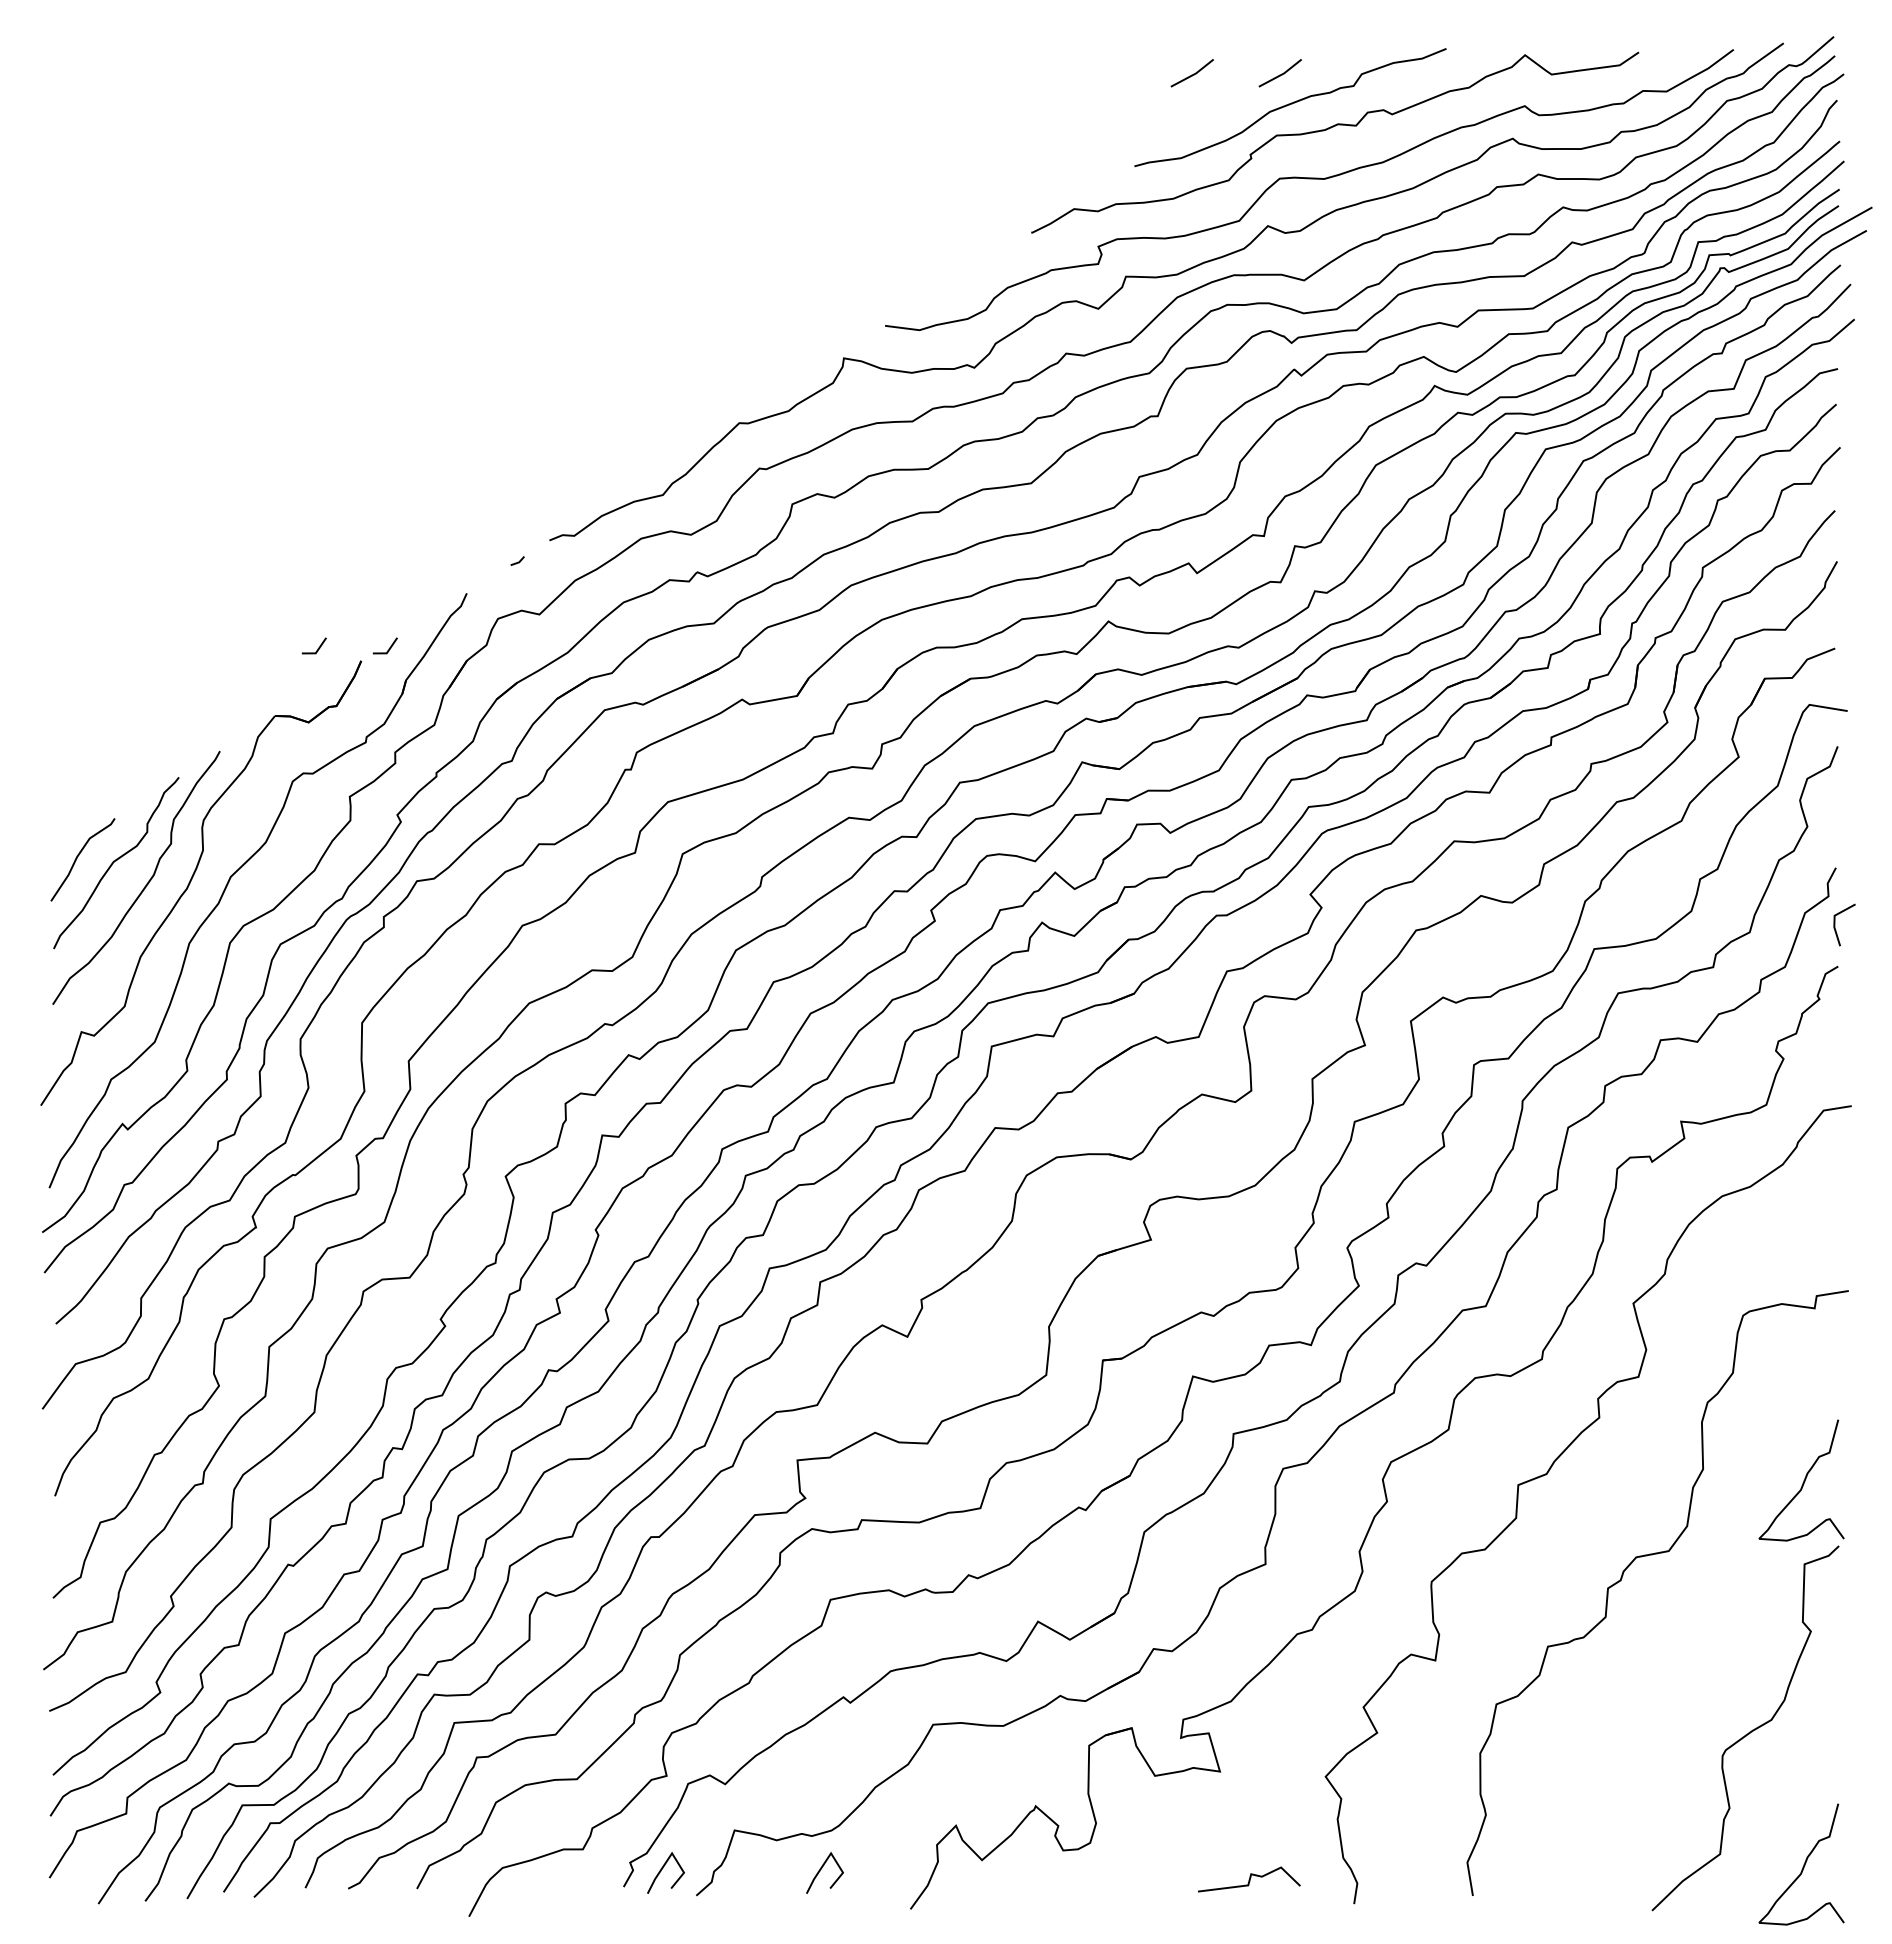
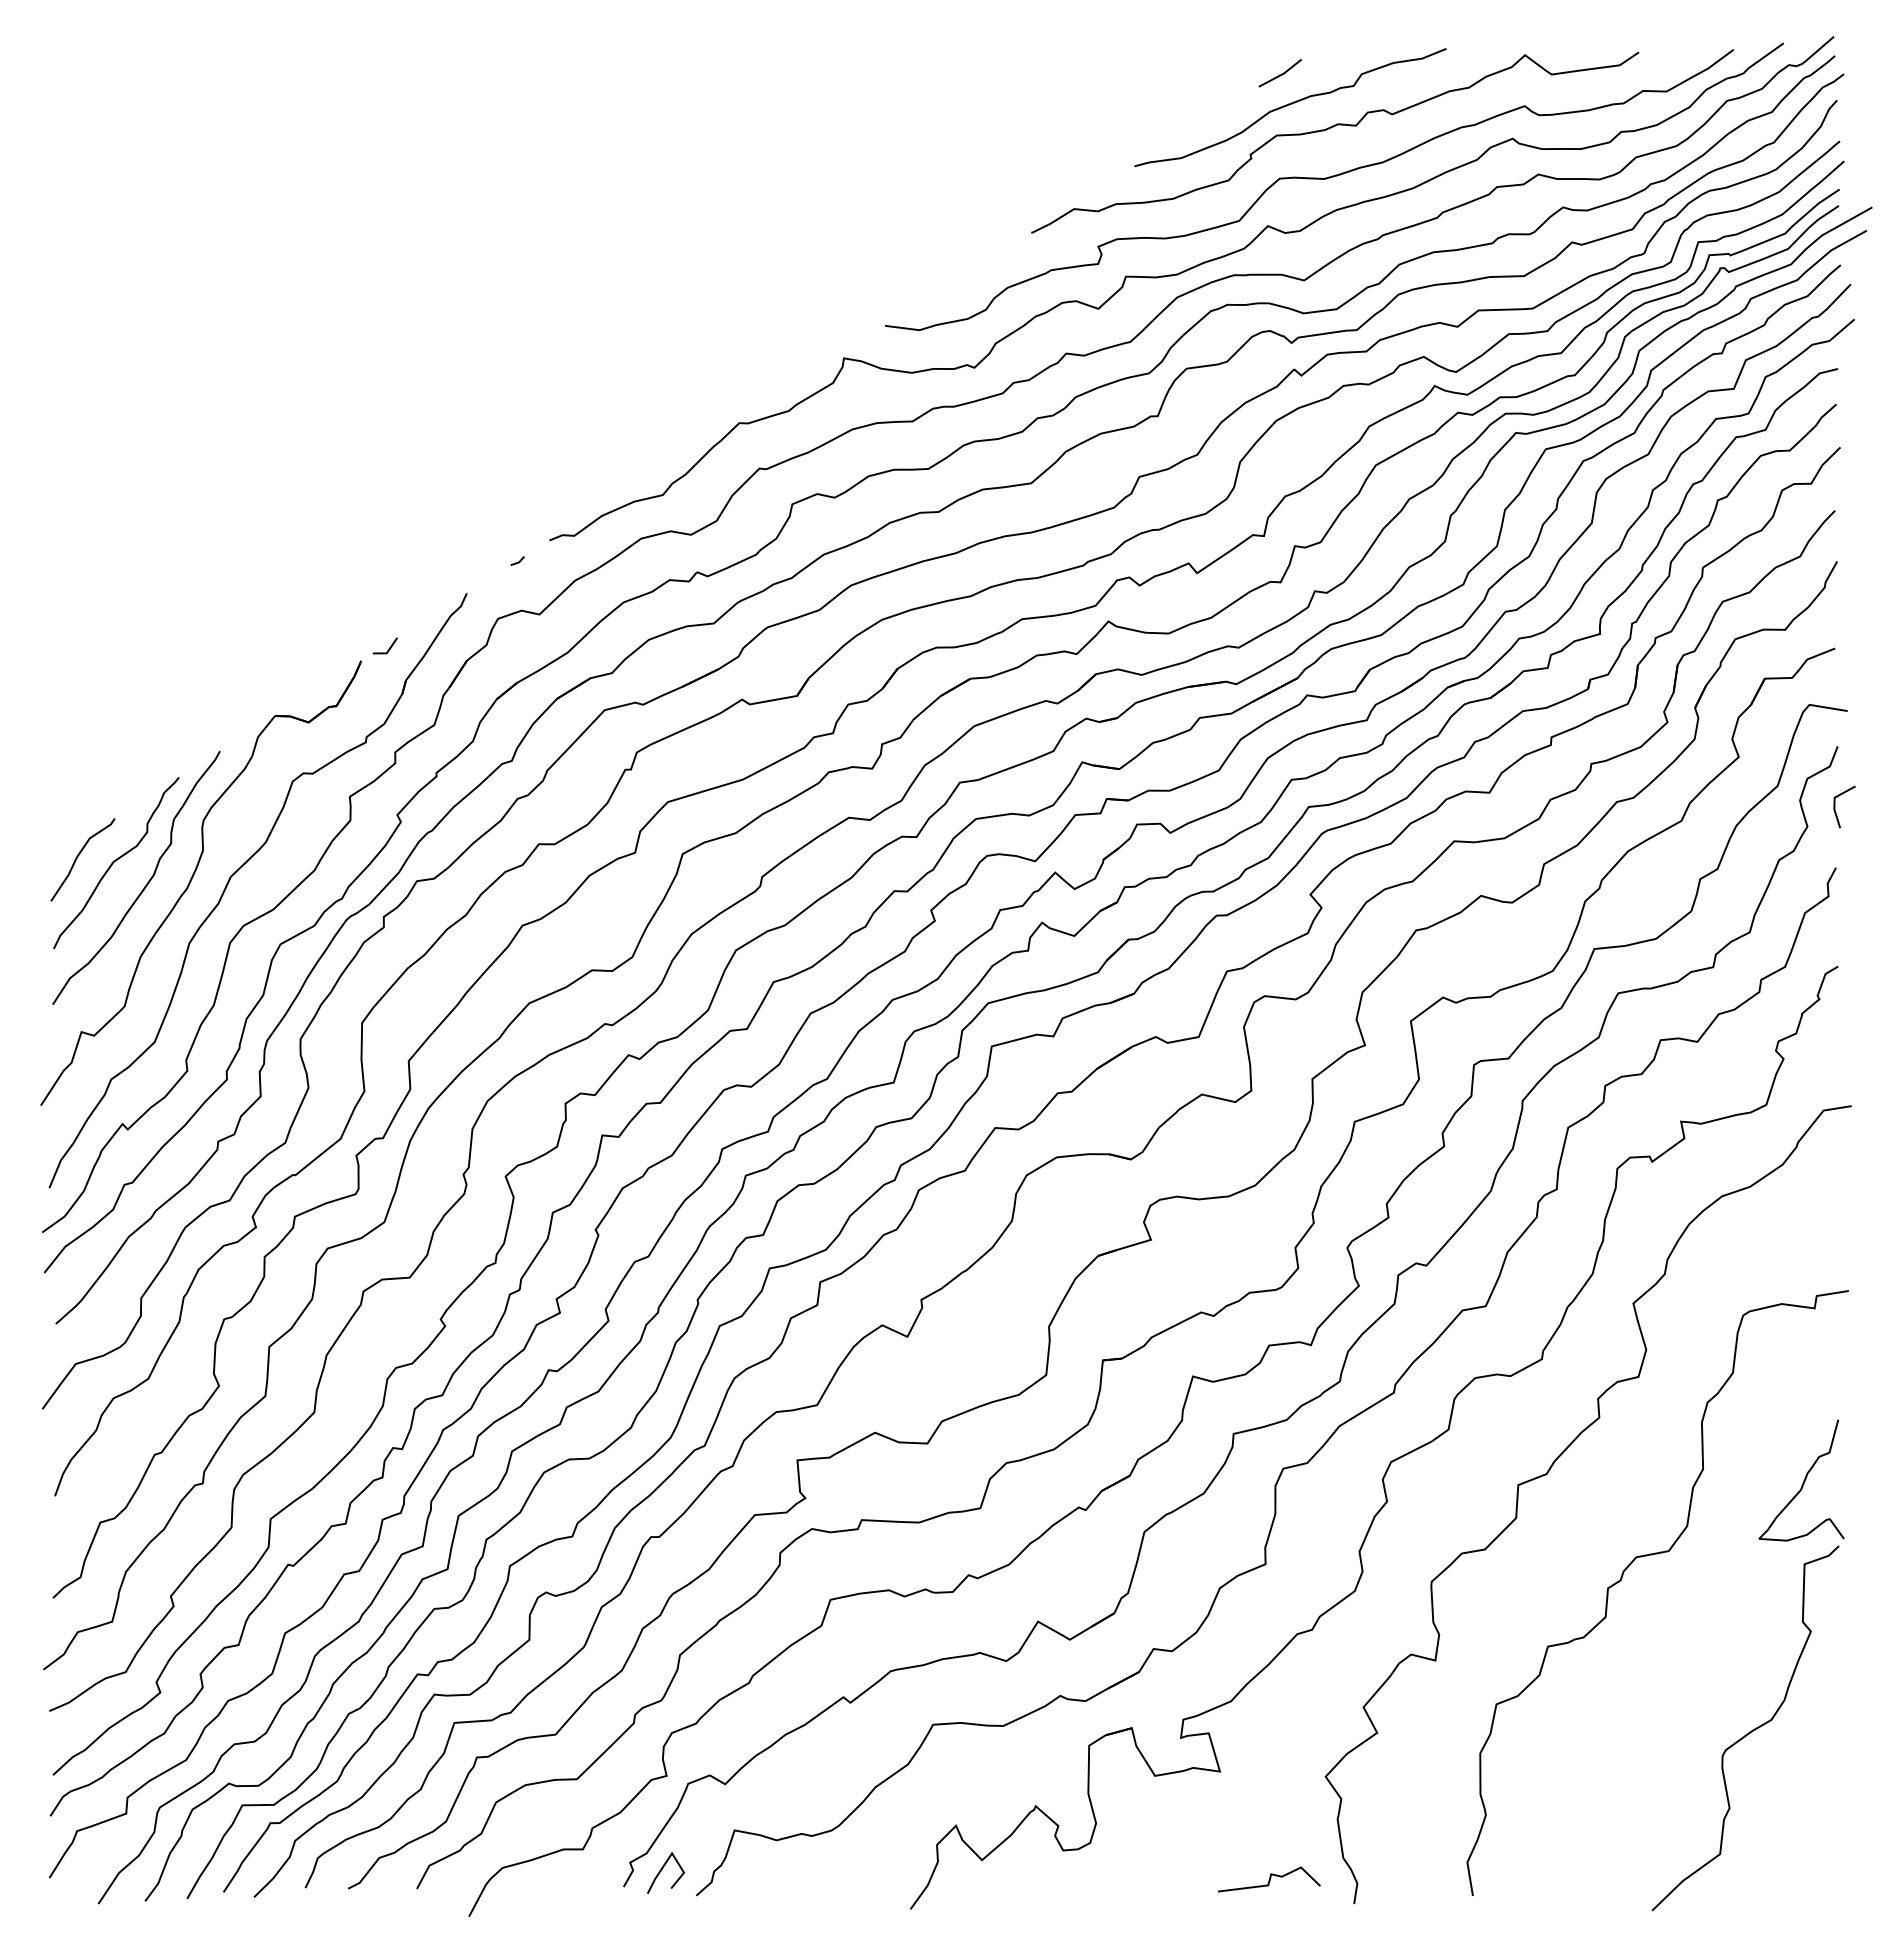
line at (1191, 74): present -> none
line at (317, 648): present -> none
line at (1835, 924) position: (1835, 924) -> (1835, 806)
curve at (1803, 1864): present -> none
line at (820, 1871): present -> none
curve at (1249, 1879) position: (1249, 1879) -> (1269, 1879)
